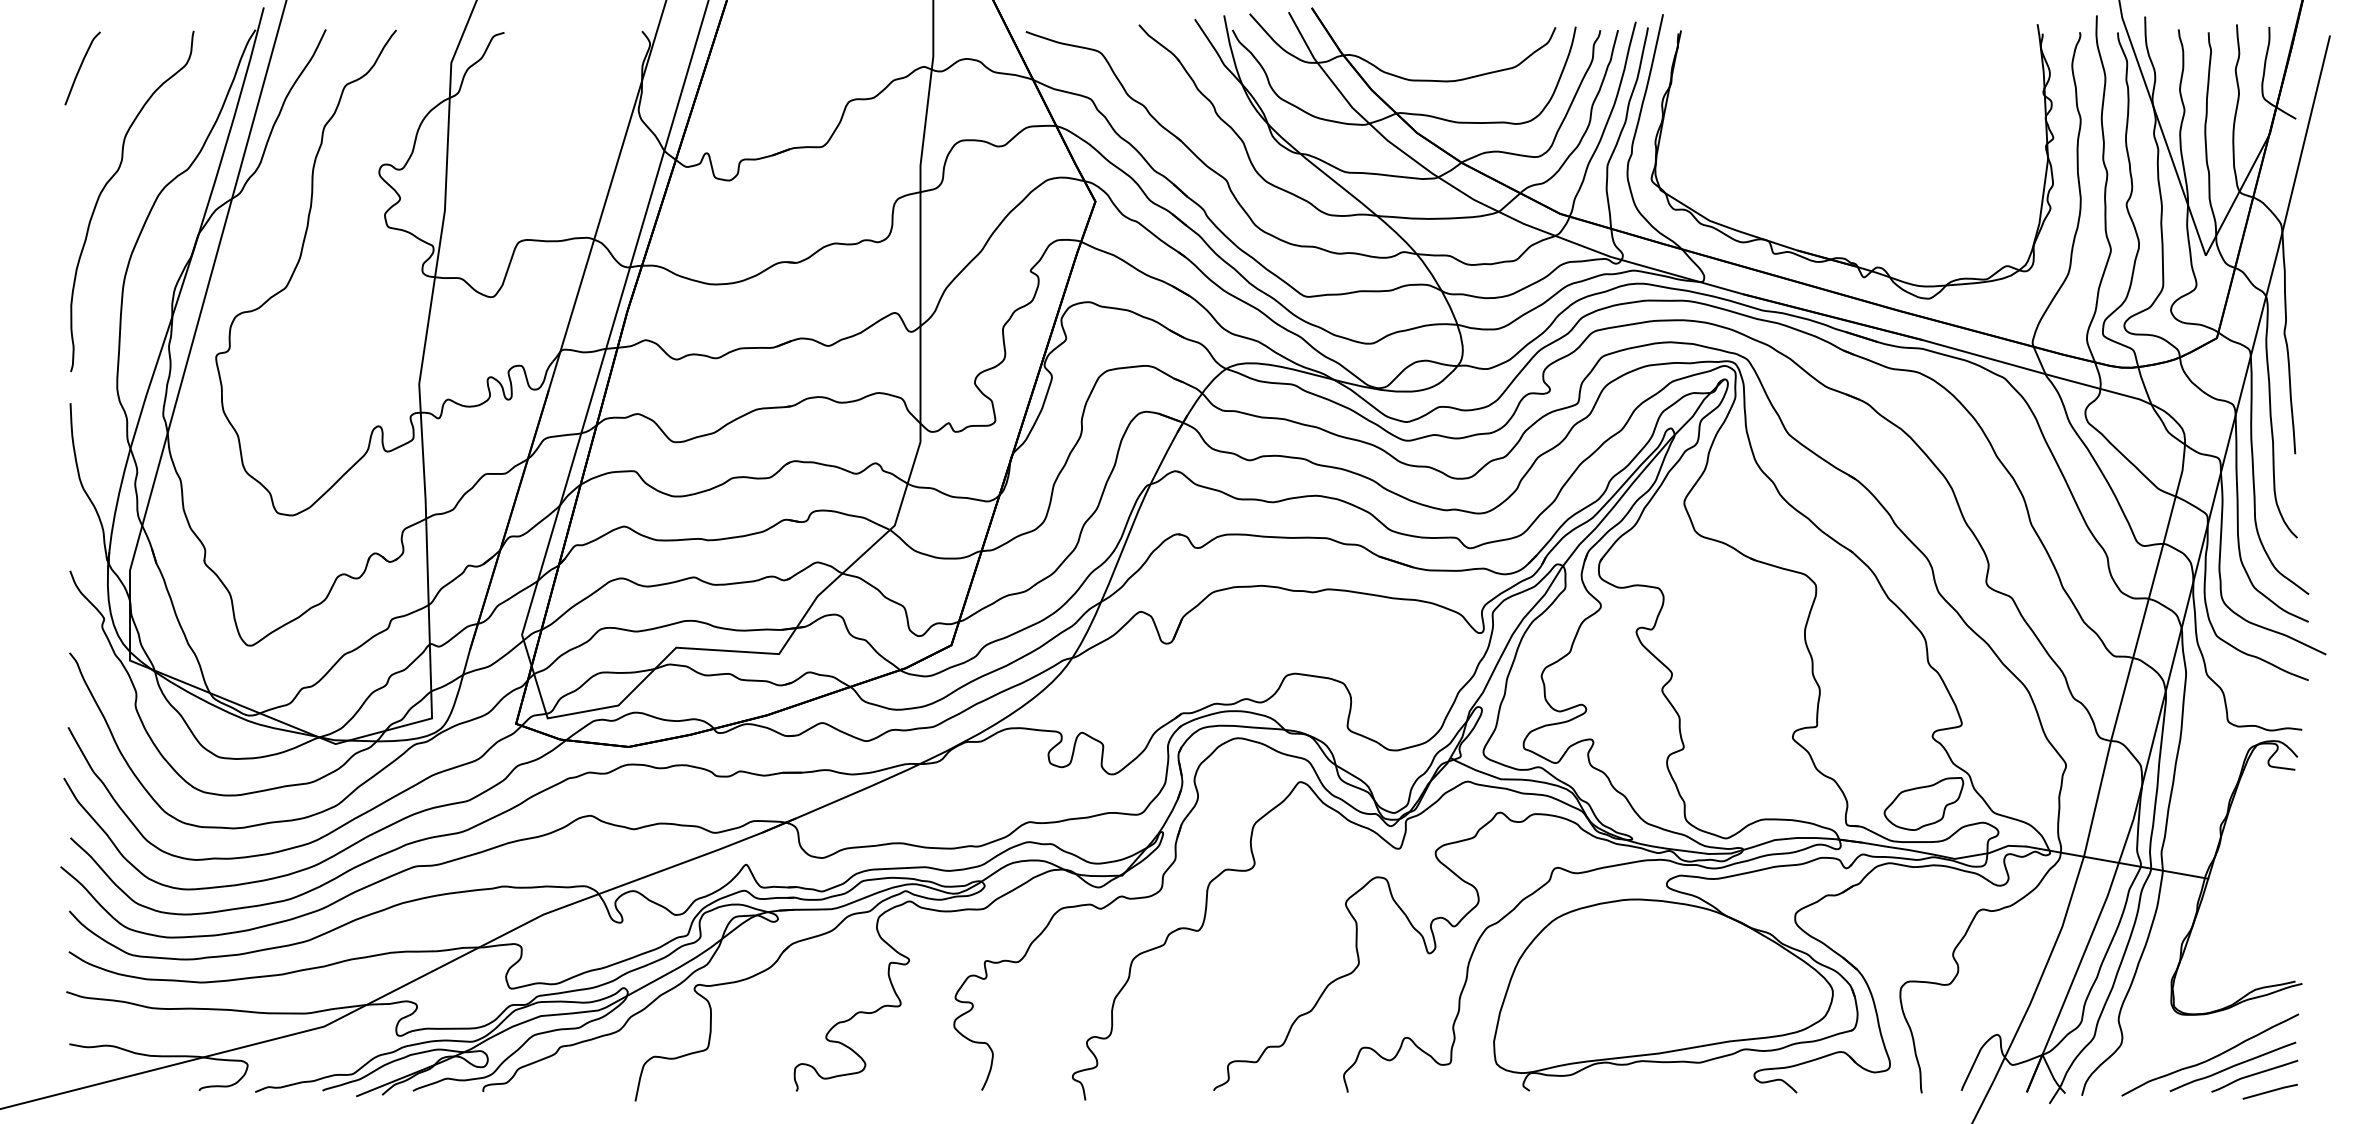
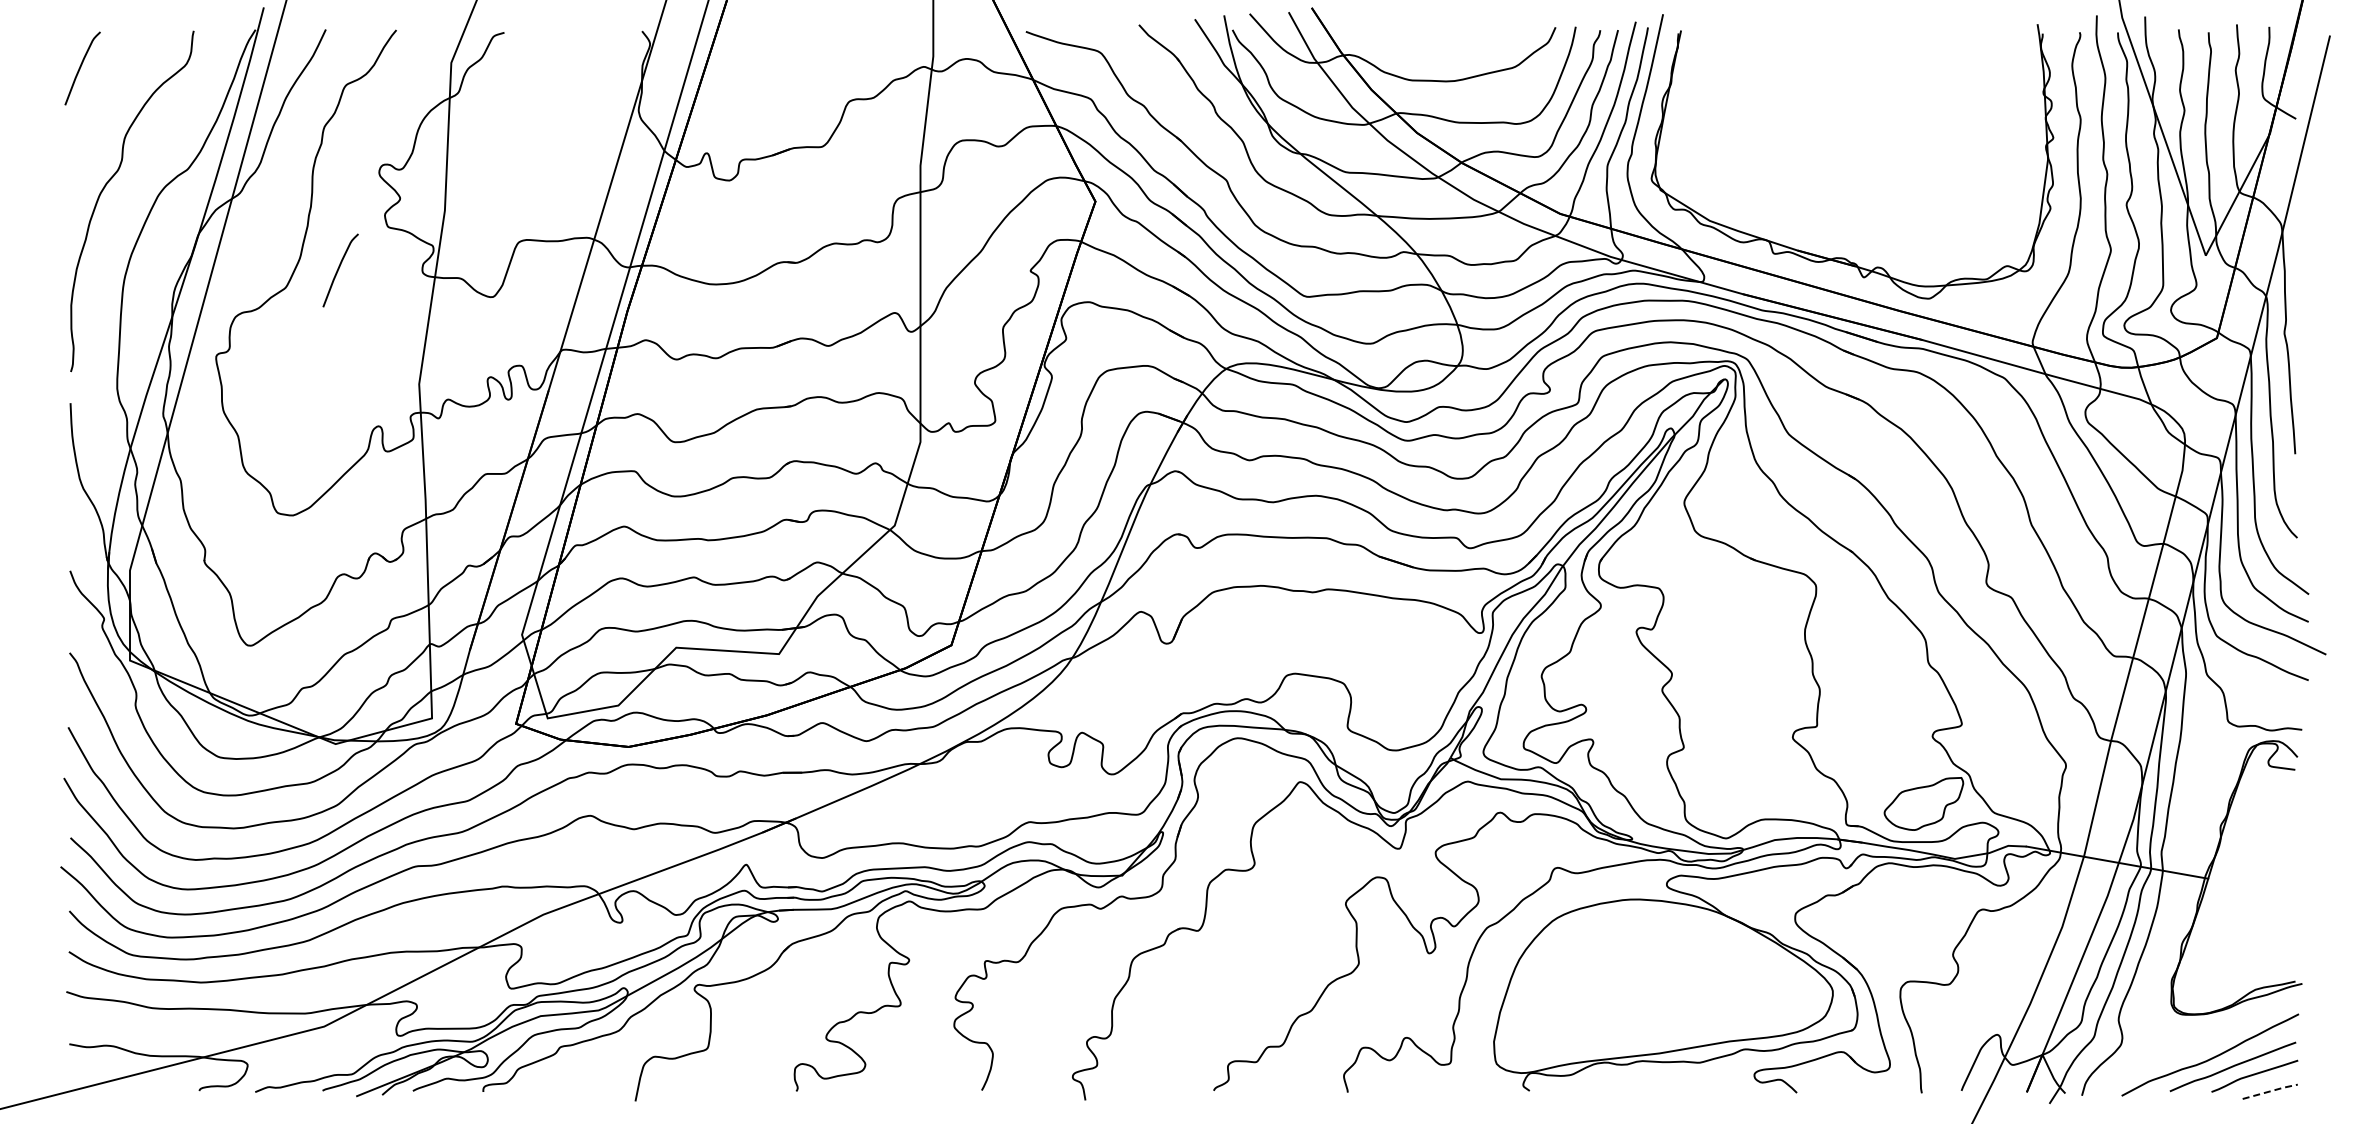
curve at (339, 269): none -> present
line at (2271, 1091): solid -> dashed
